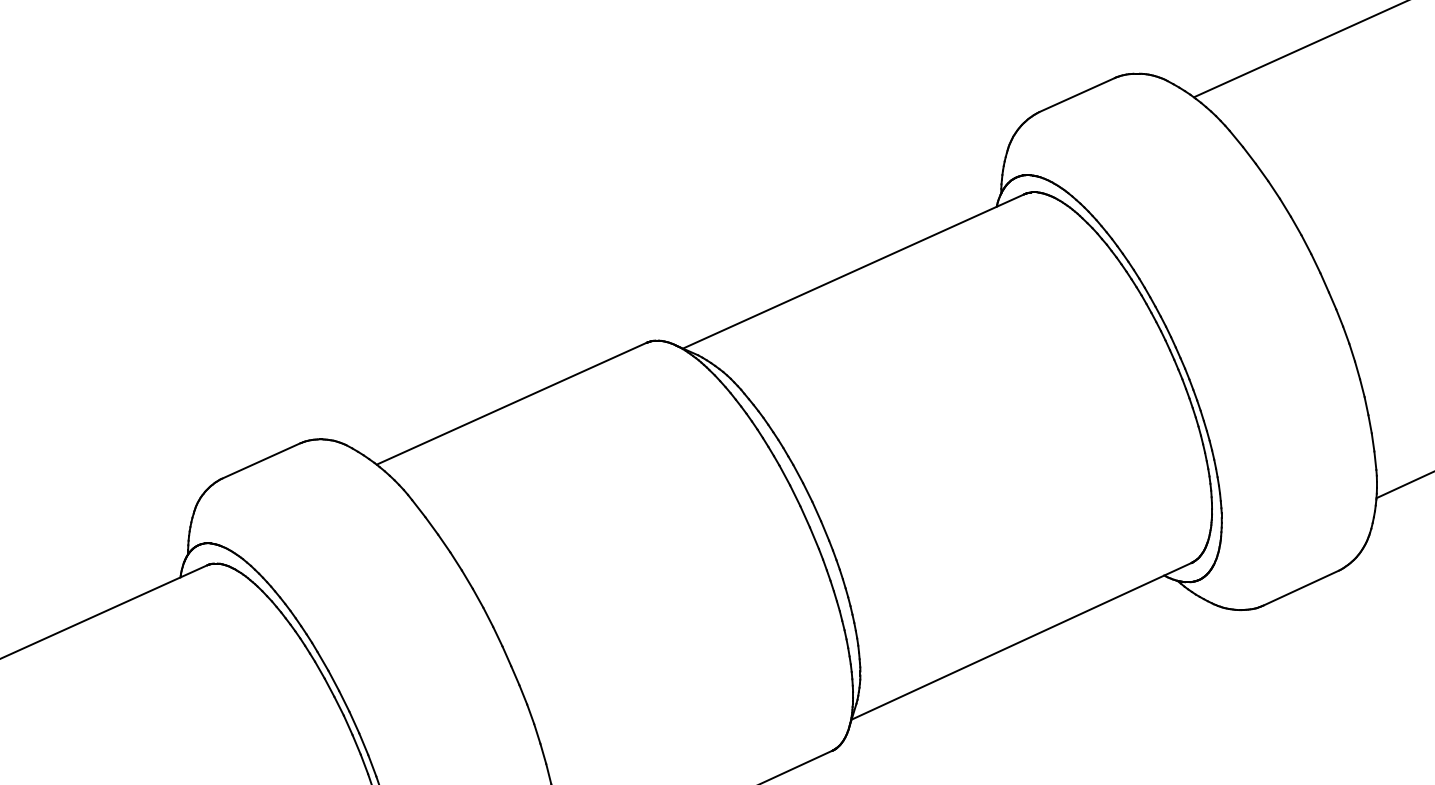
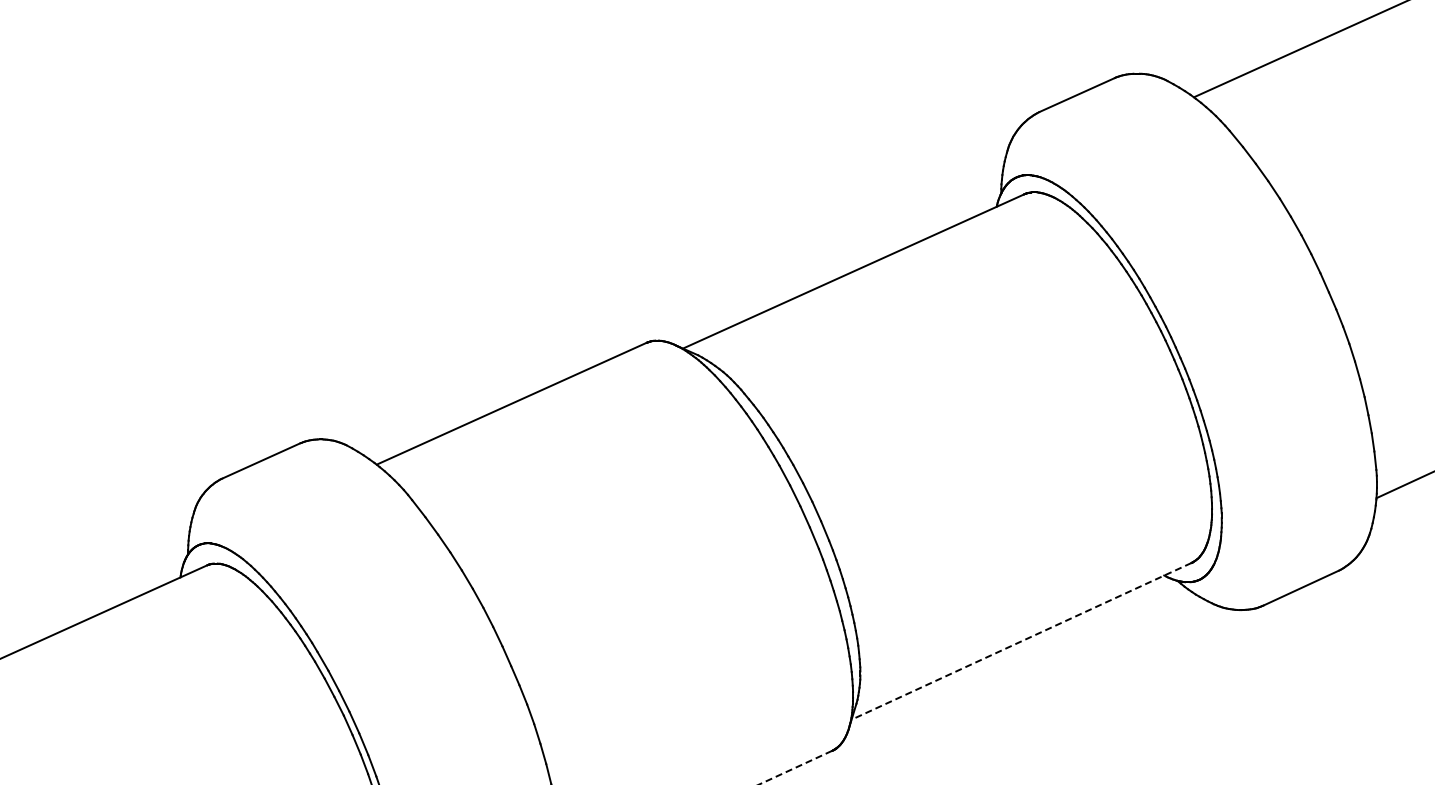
line at (1021, 641): solid -> dashed
line at (794, 768): solid -> dashed
